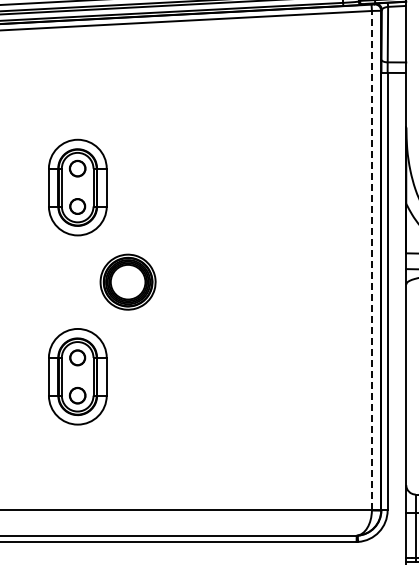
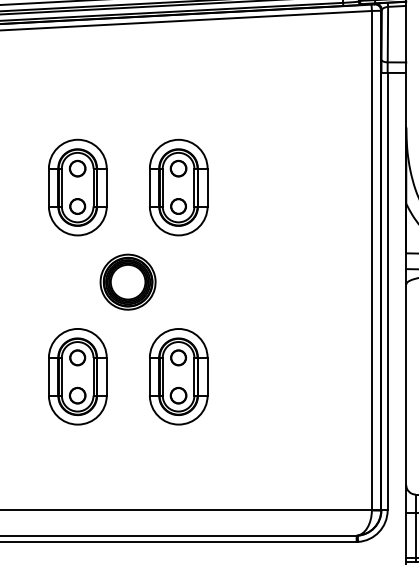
part at (178, 187): none -> present
line at (371, 260): dashed -> solid
part at (178, 376): none -> present
